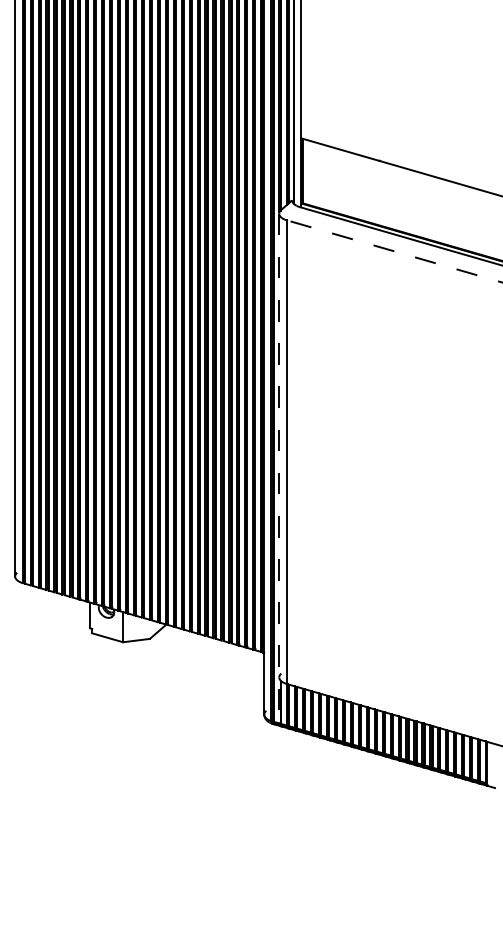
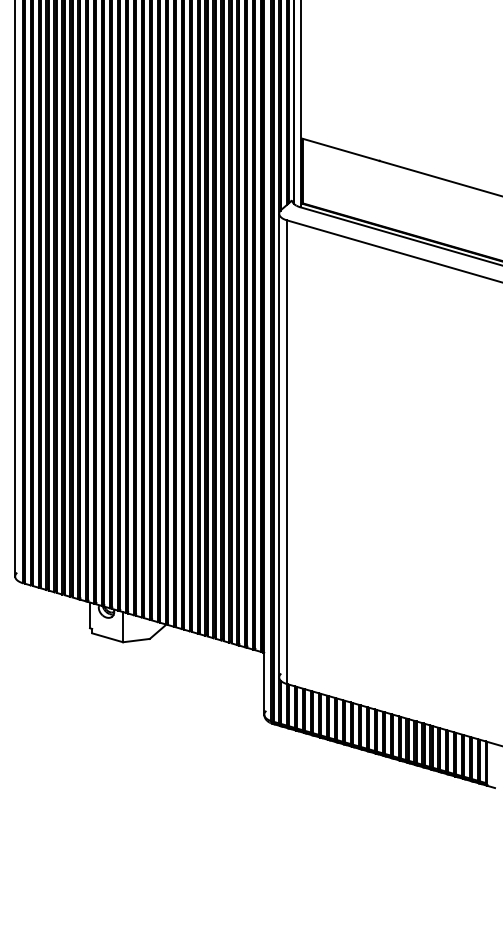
line at (394, 251): dashed -> solid
line at (279, 468): dashed -> solid
